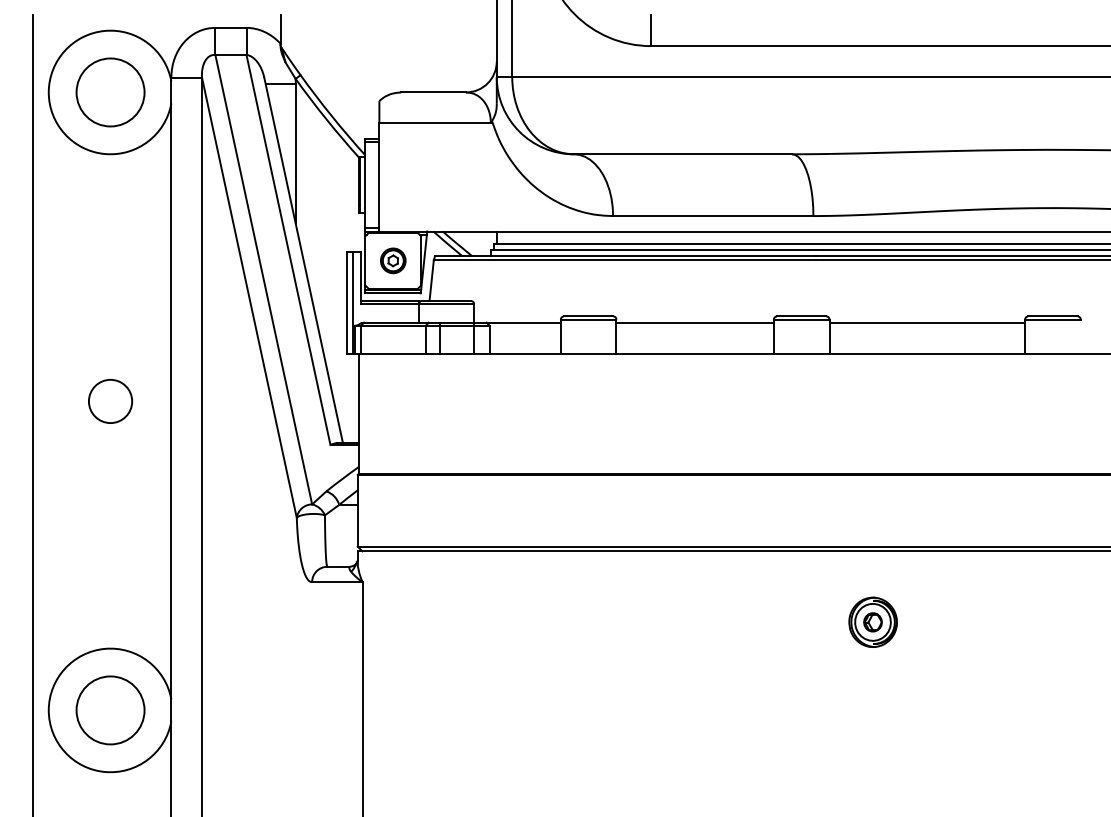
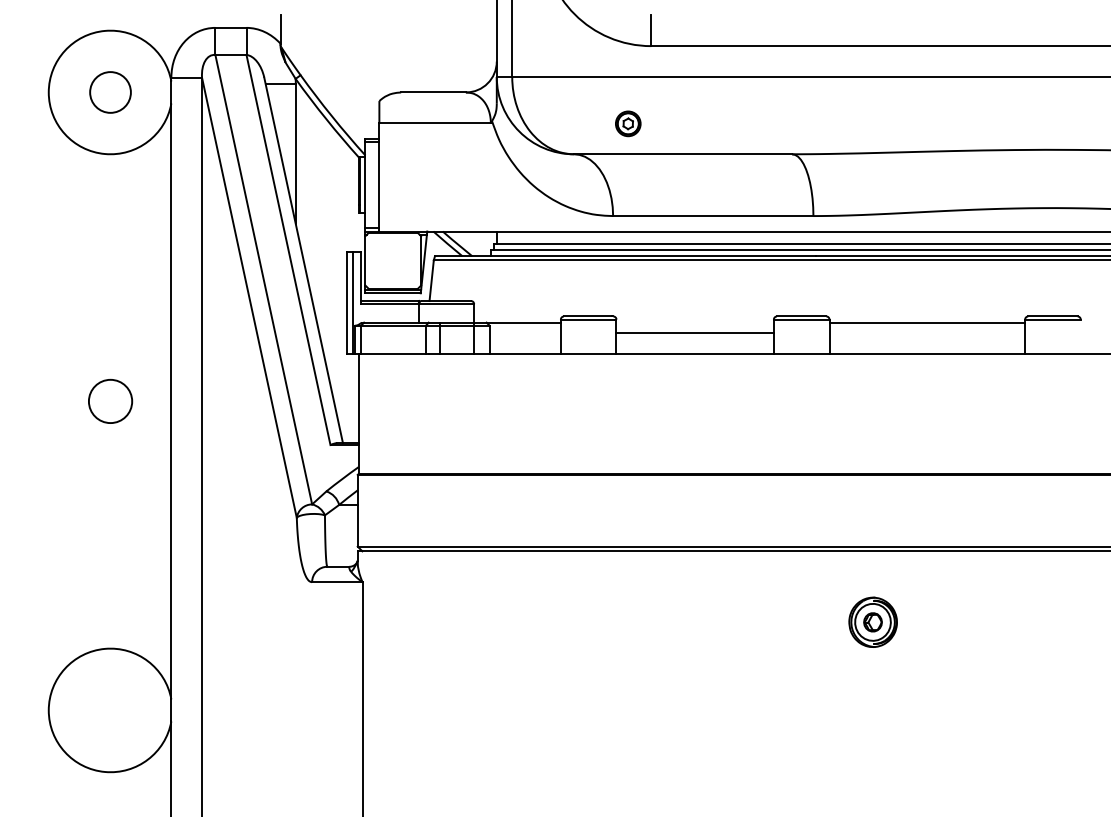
circle at (110, 92) size: 71x71 px -> 43x43 px
part at (393, 260) position: (393, 260) -> (628, 123)
line at (694, 322) position: (694, 322) -> (694, 332)
line at (33, 414): present -> none
circle at (110, 710): present -> none
